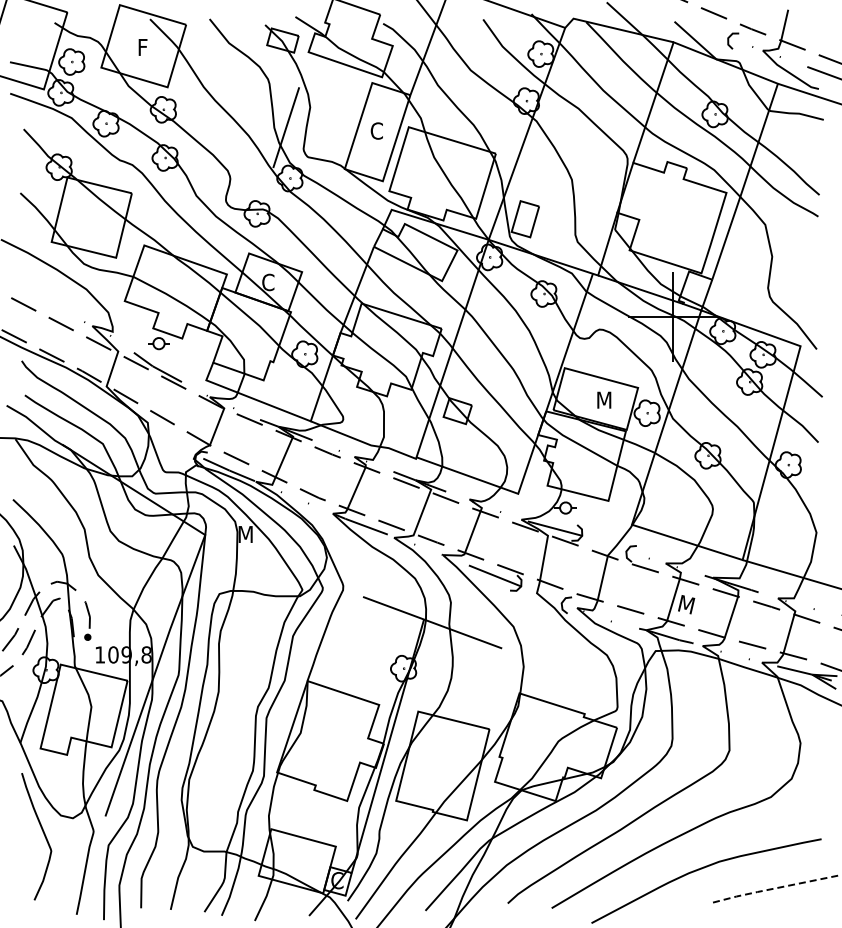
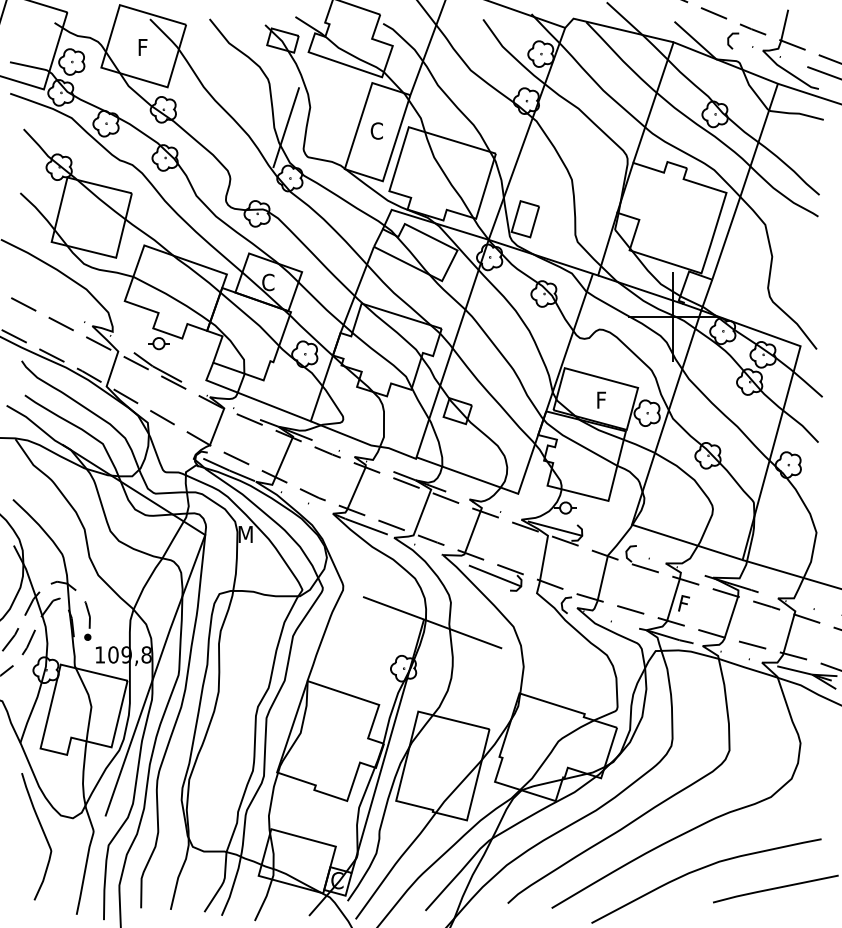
text at (605, 399): M -> F
text at (688, 604): M -> F
line at (774, 888): dashed -> solid
